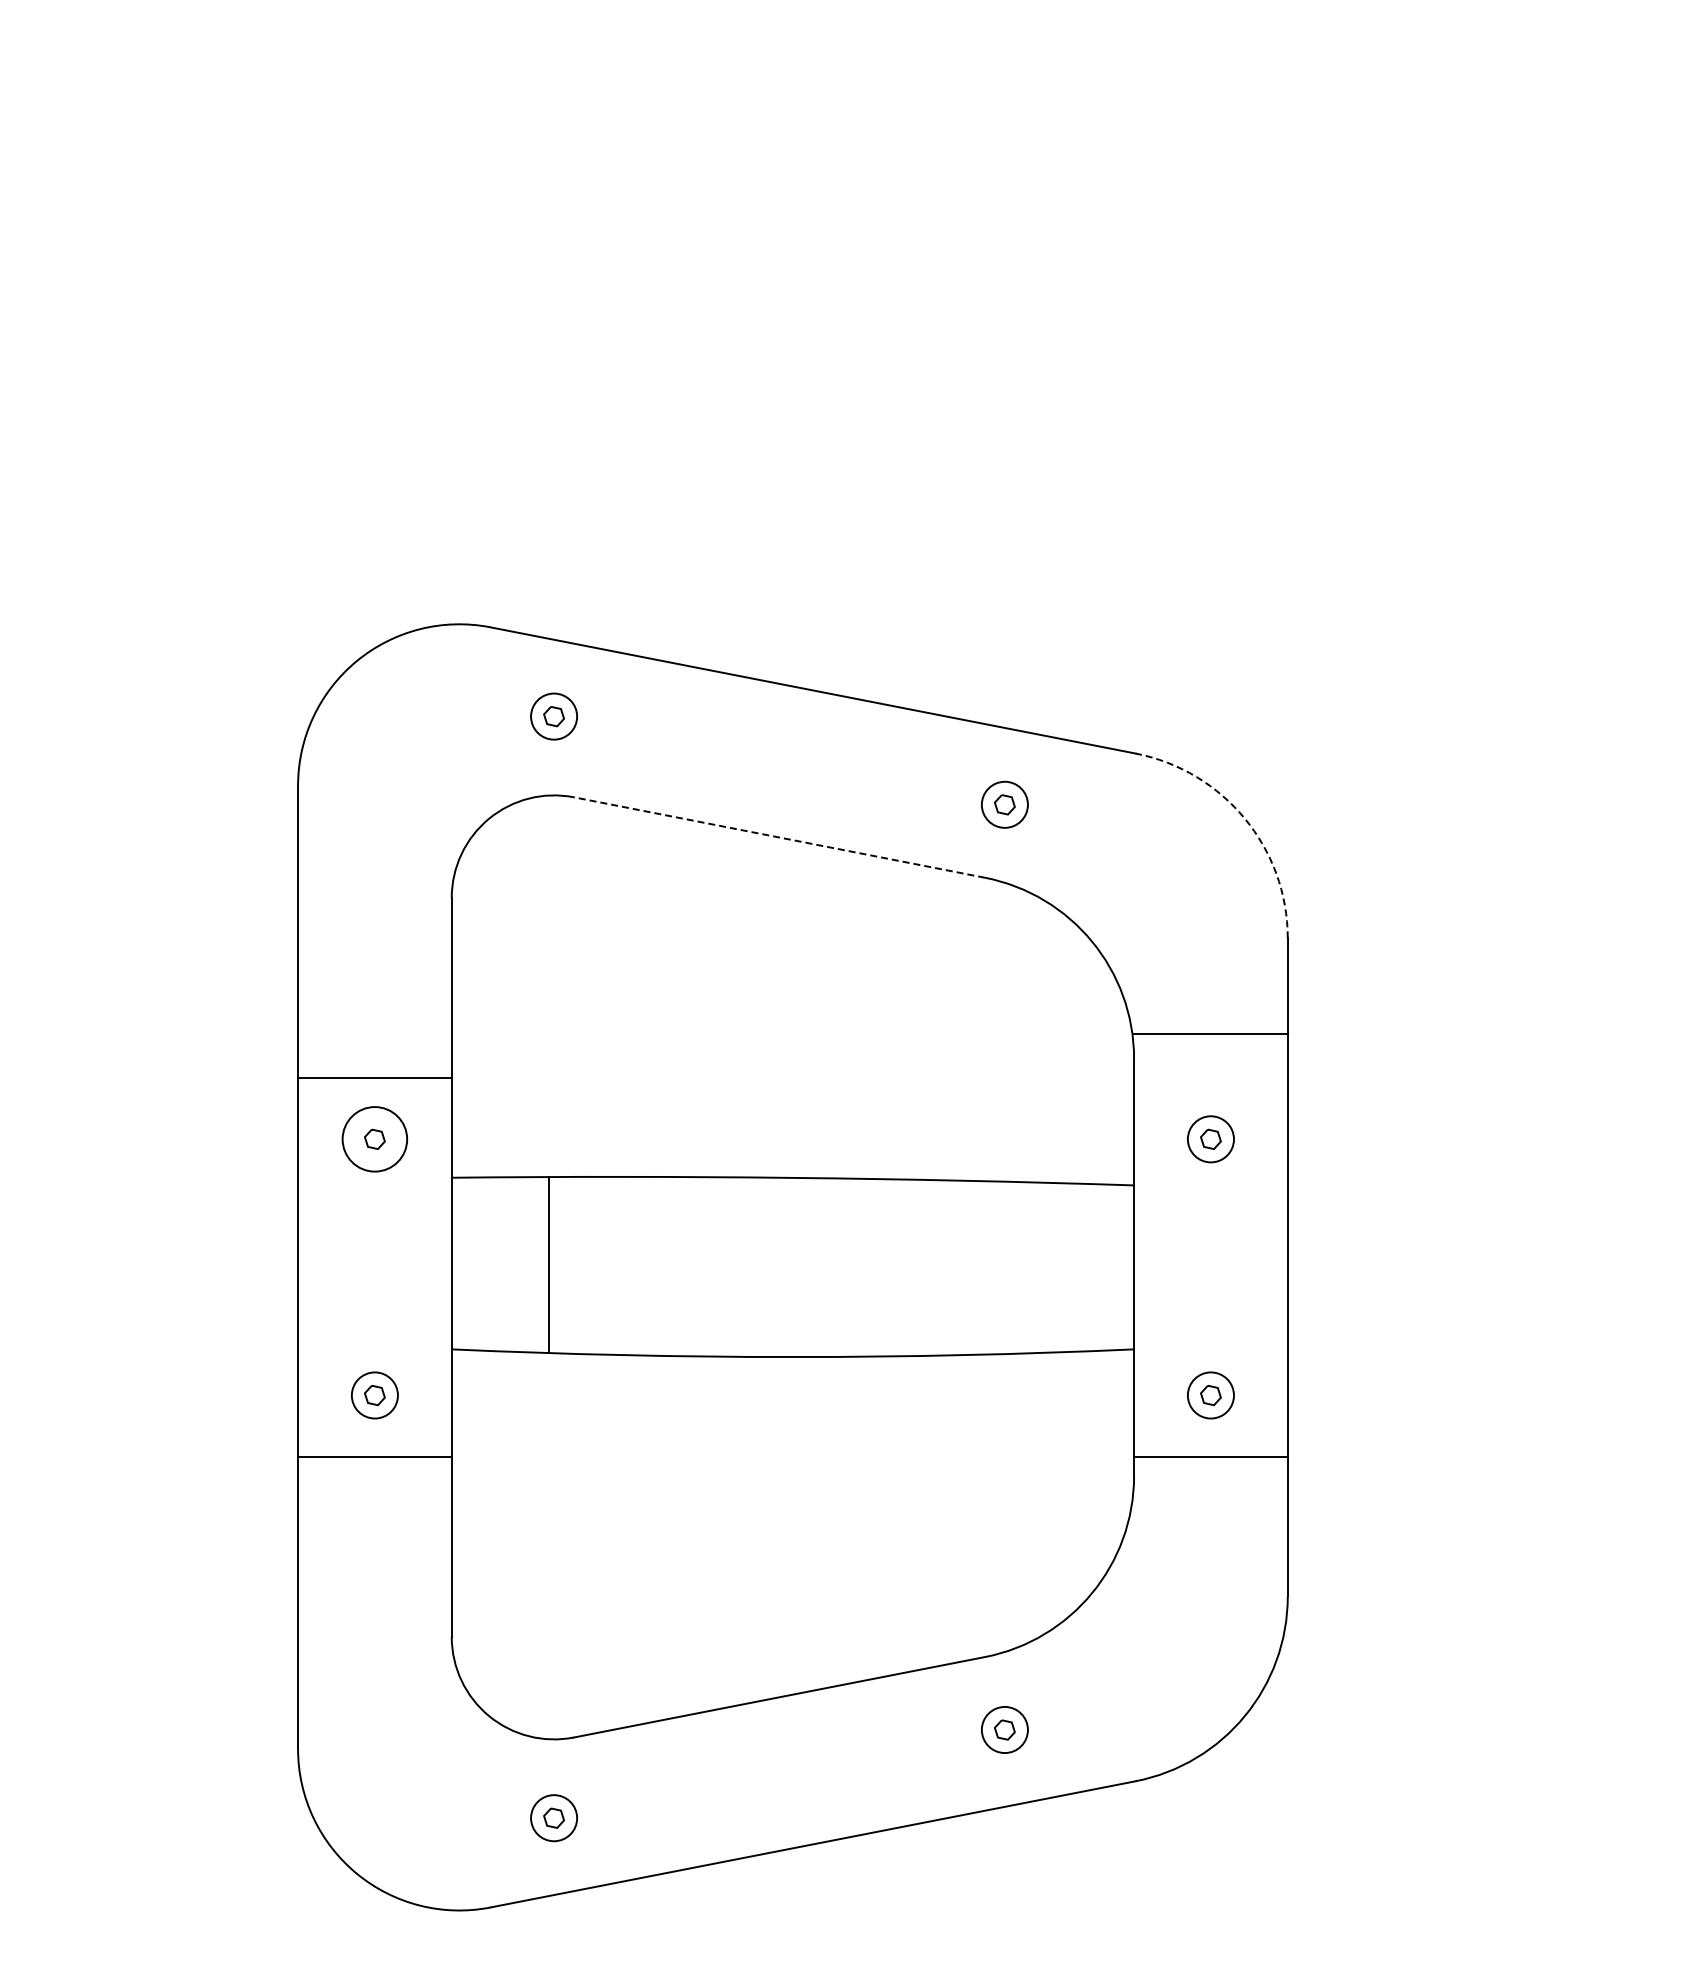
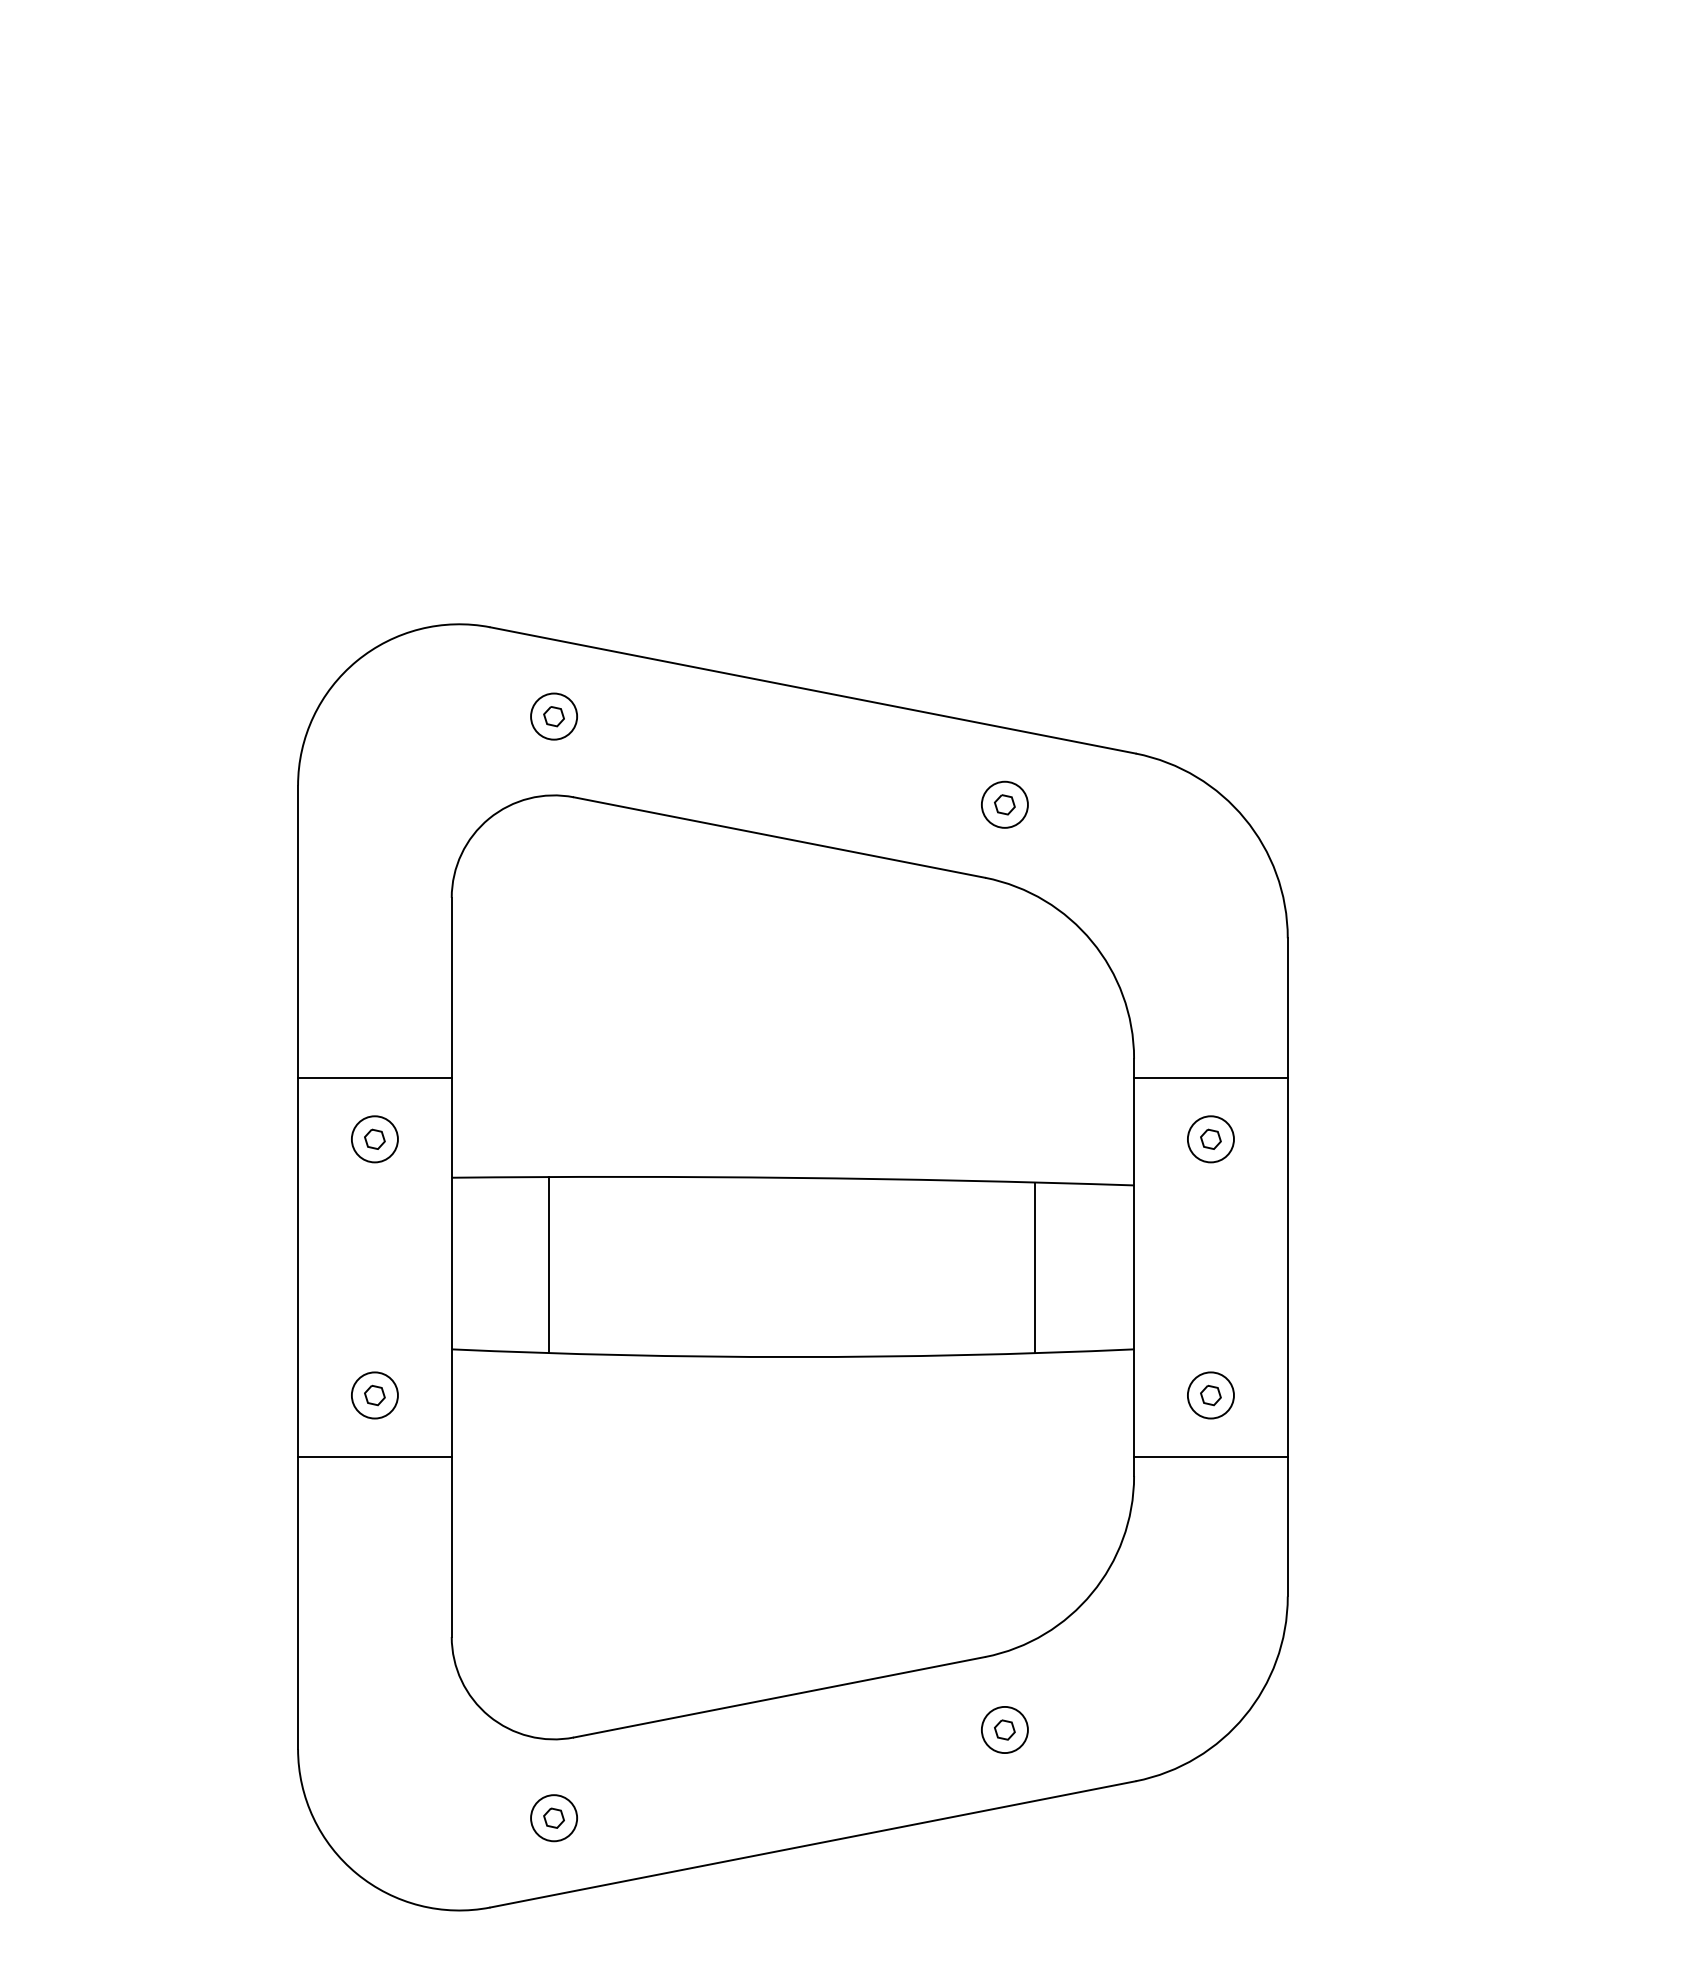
arc at (1244, 818): dashed -> solid
line at (779, 837): dashed -> solid
line at (1210, 1033) position: (1210, 1033) -> (1210, 1077)
circle at (374, 1139) diameter: 65 px -> 46 px
line at (1035, 1267): none -> present
